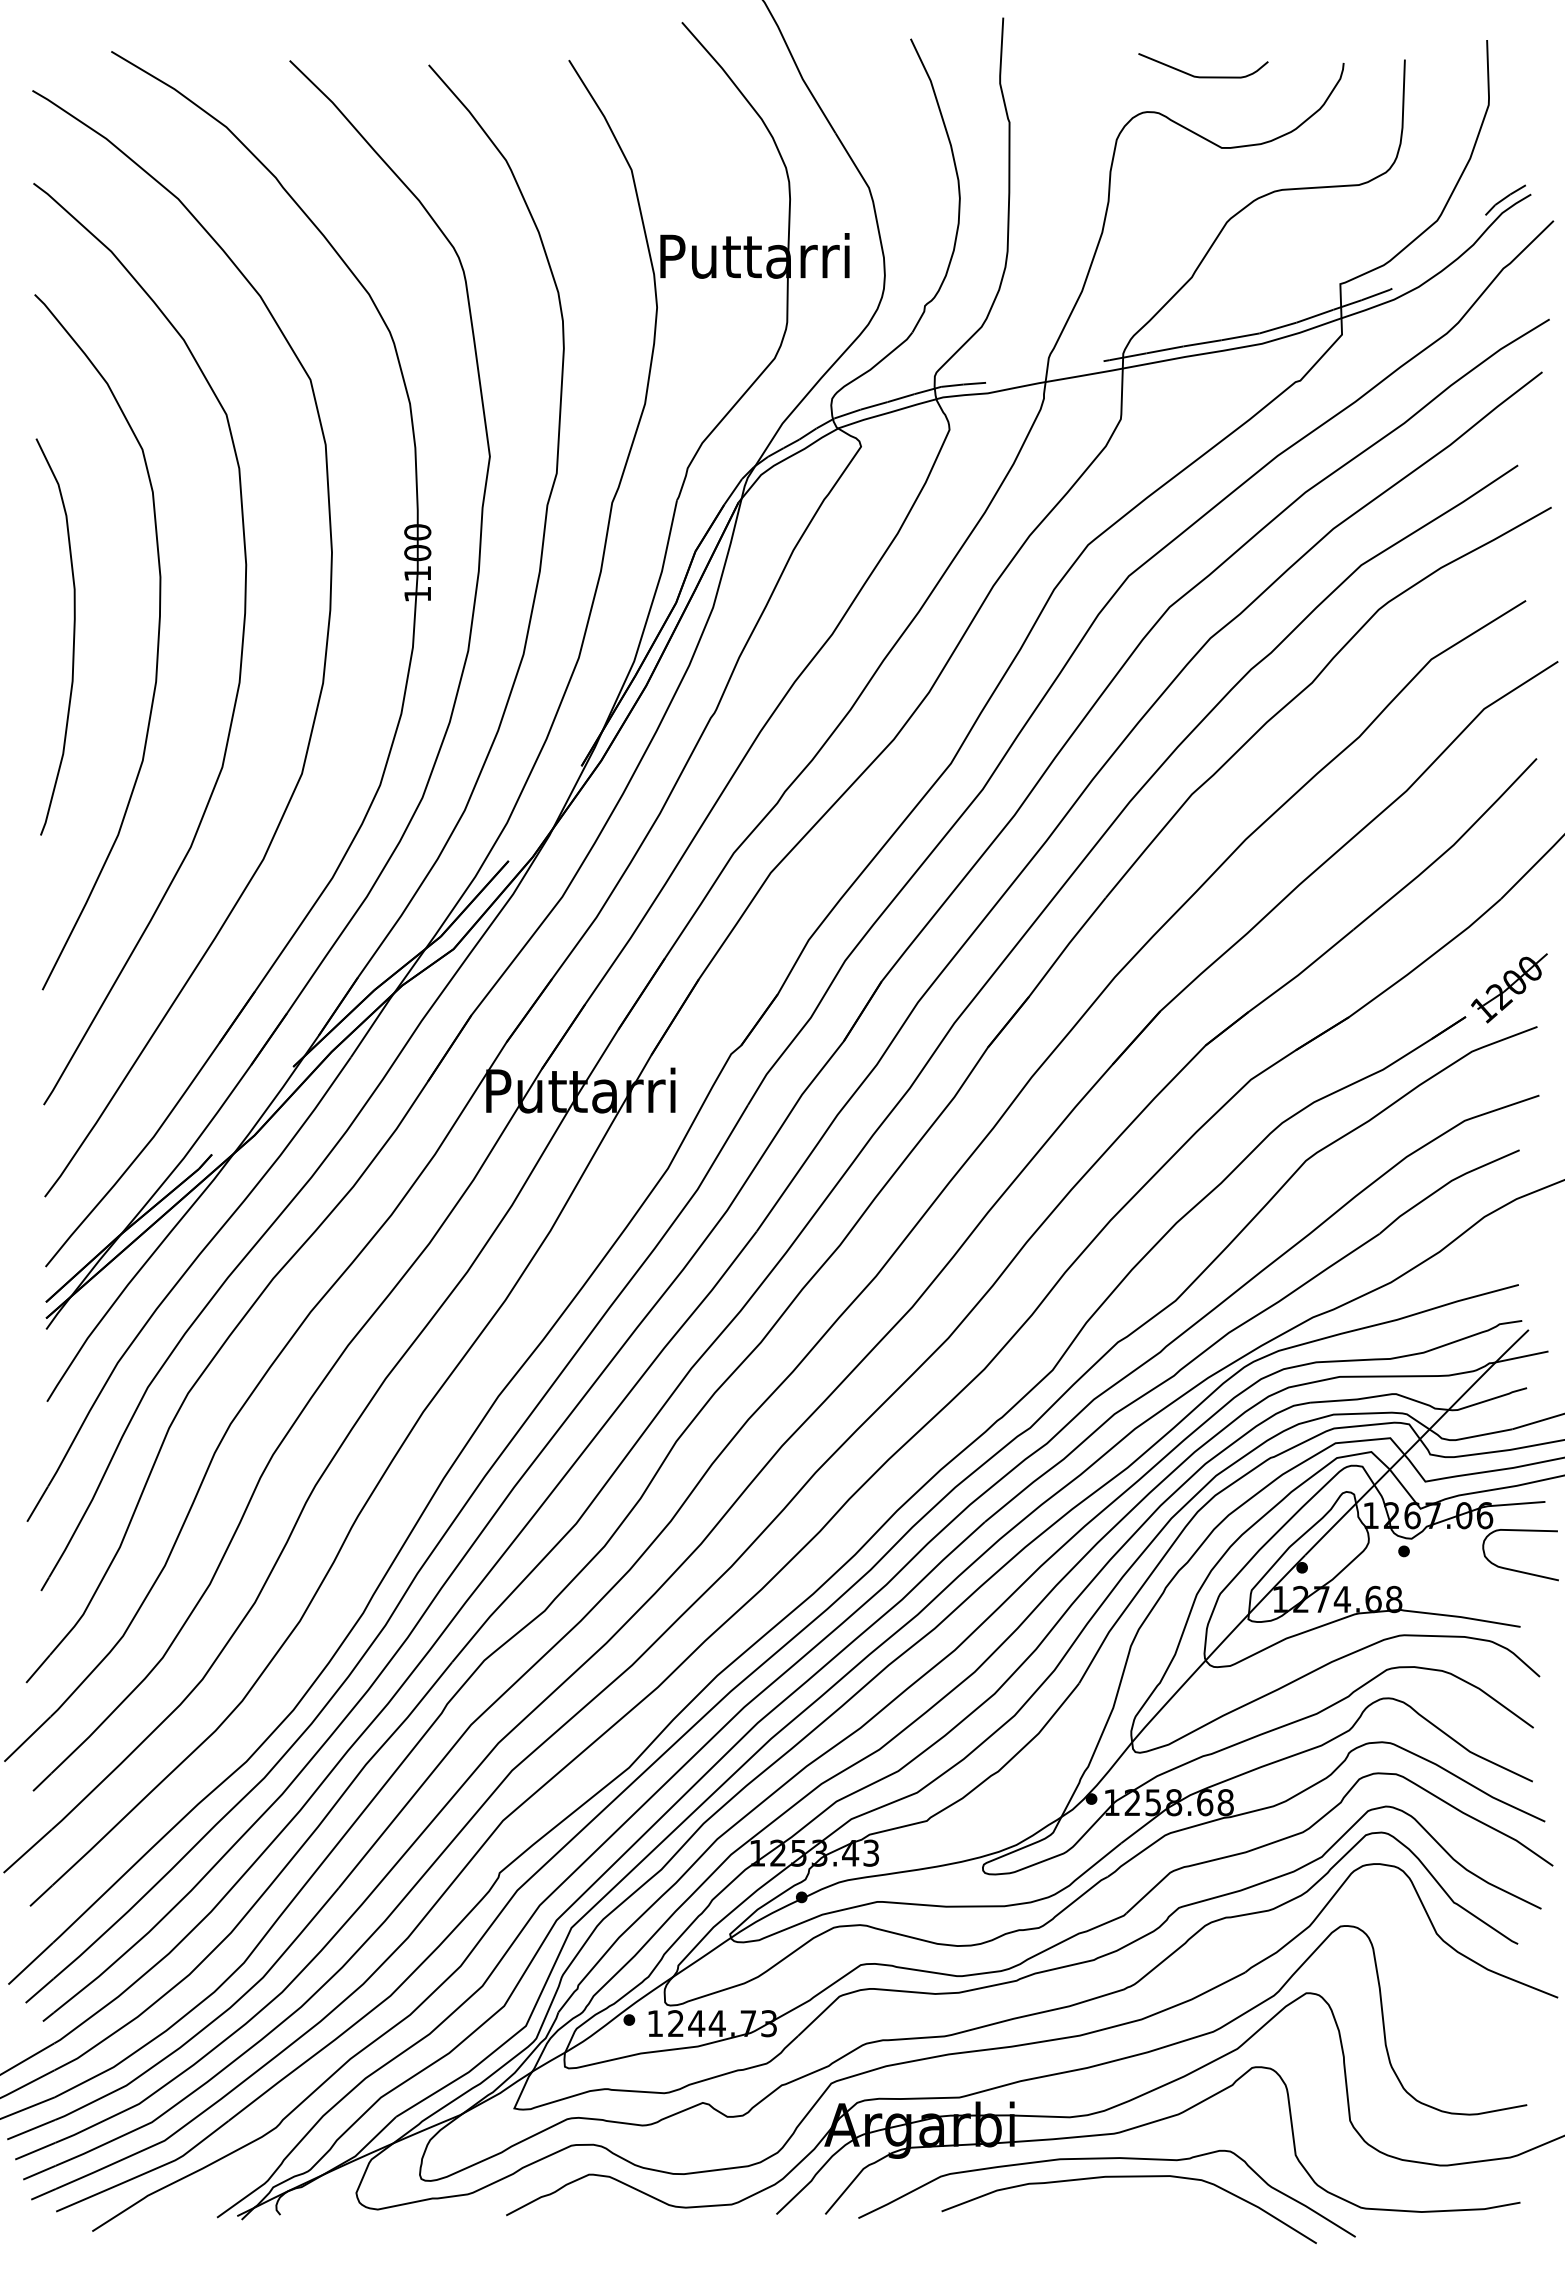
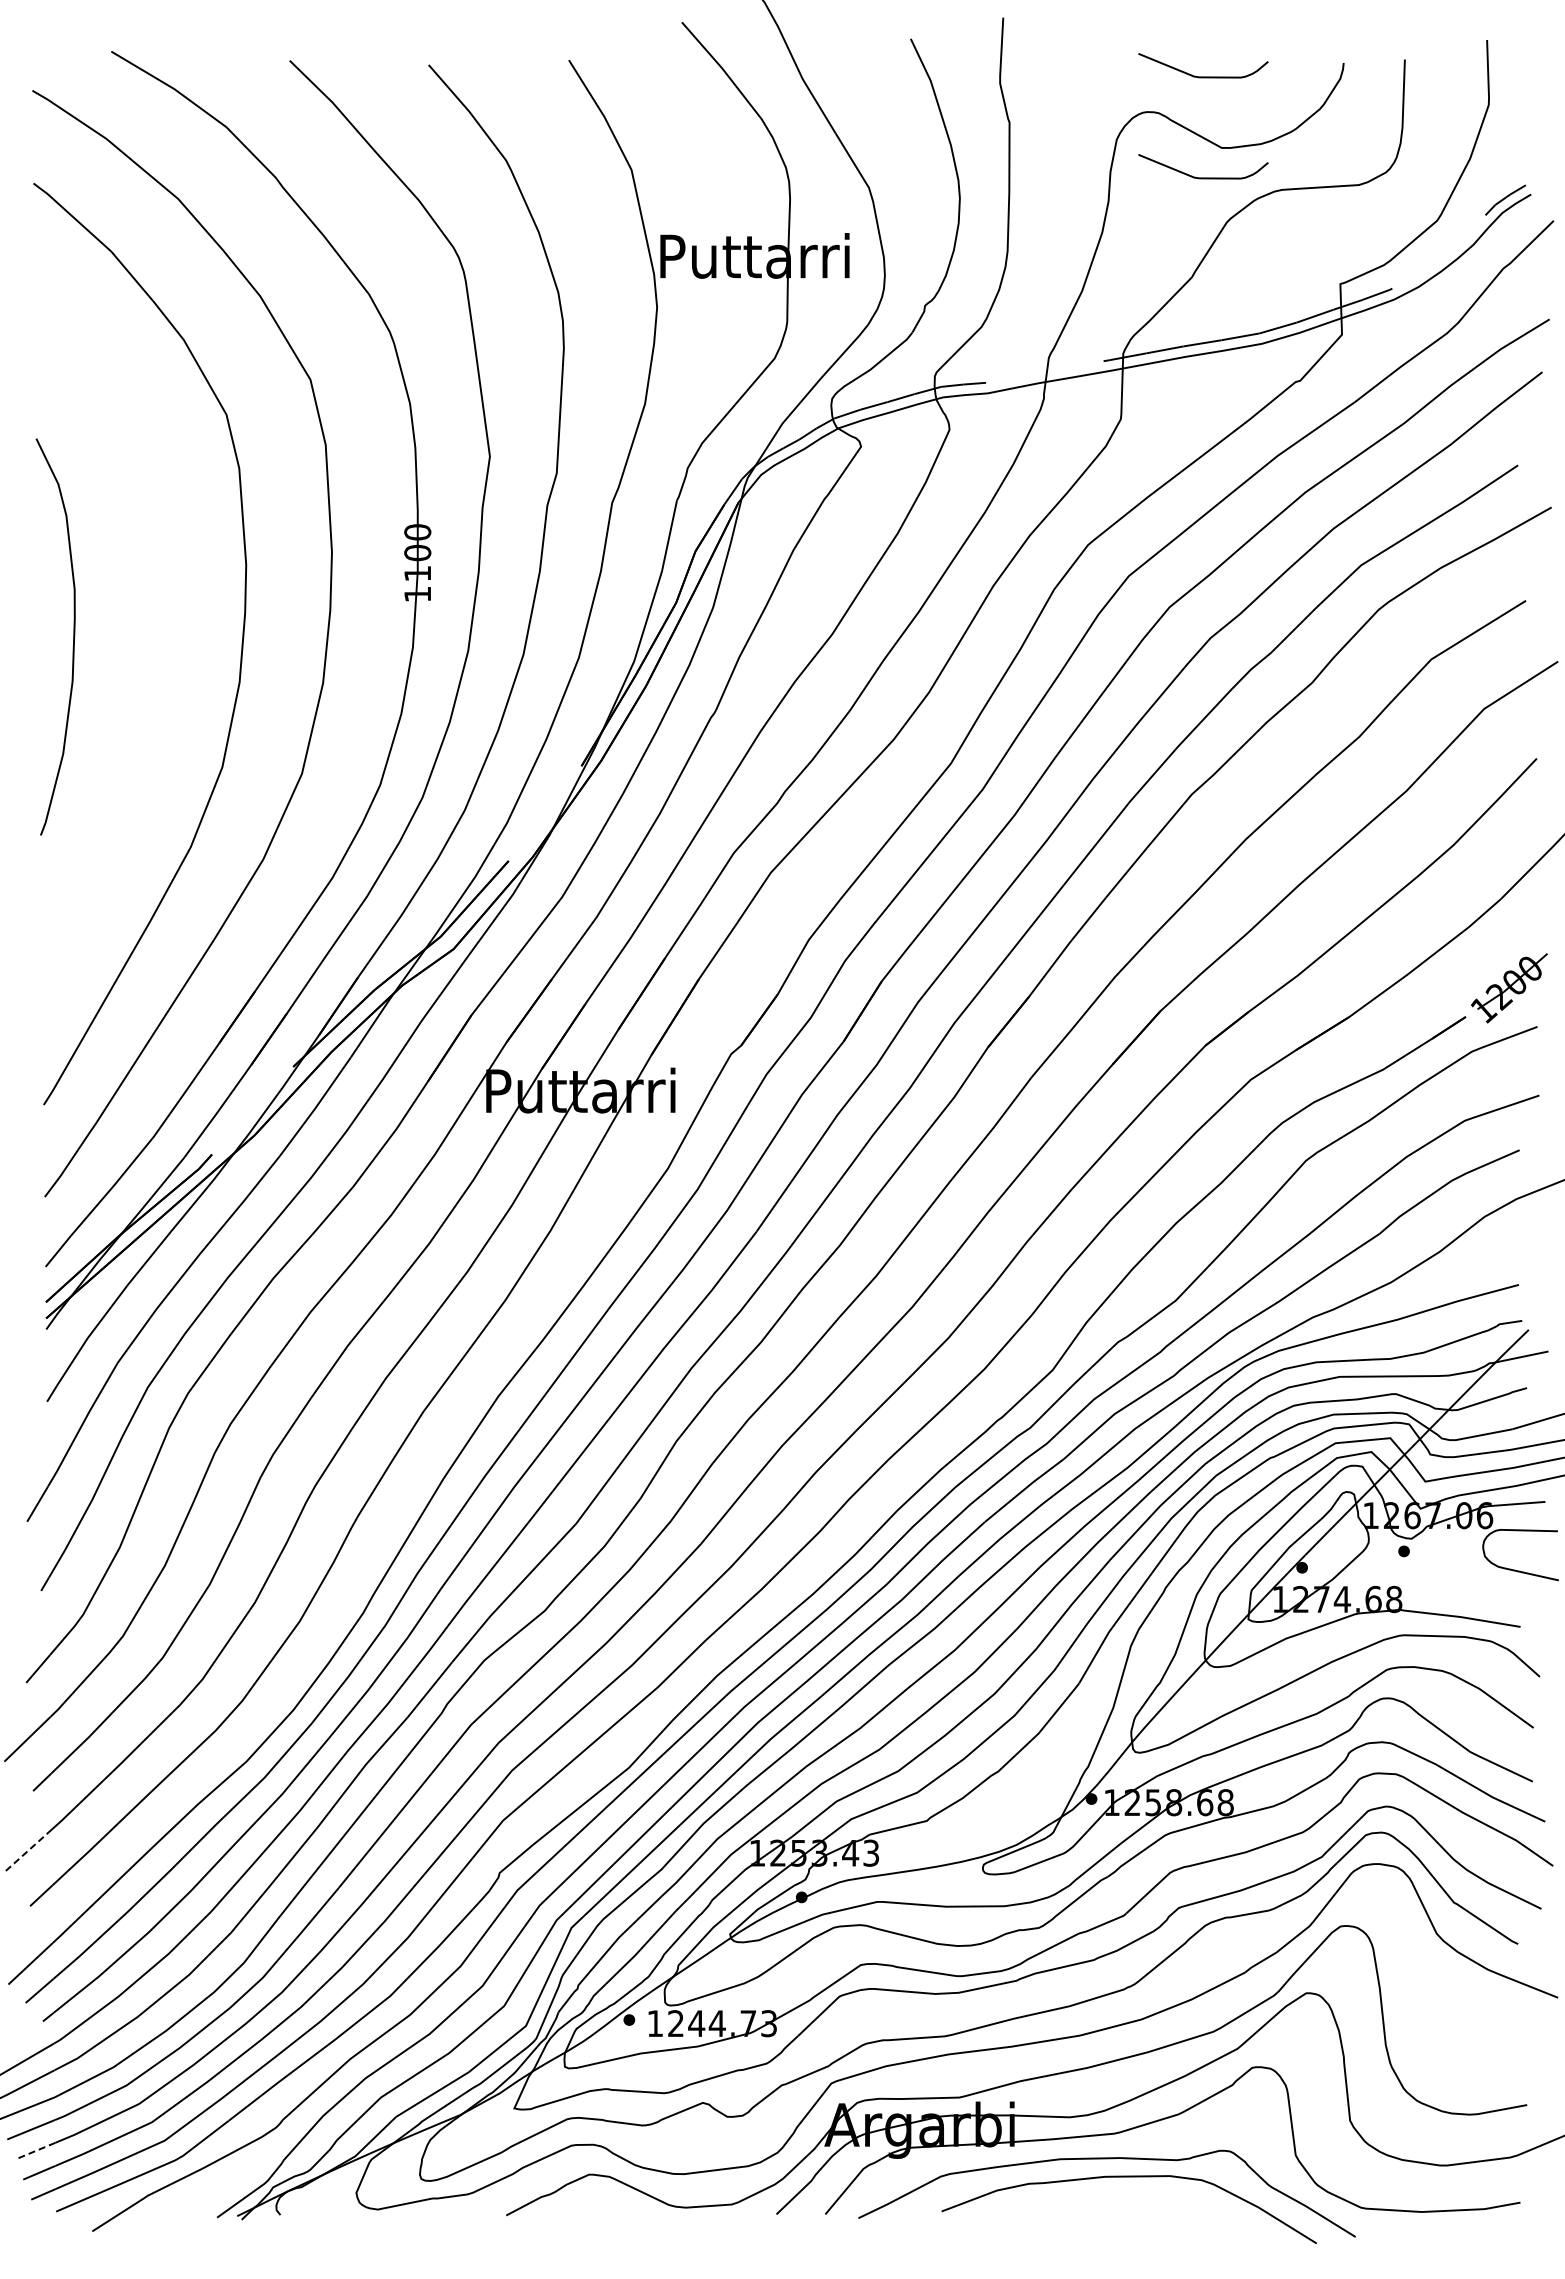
curve at (1203, 177): none -> present
curve at (157, 642): present -> none
line at (27, 1851): solid -> dashed
line at (35, 2151): solid -> dashed
